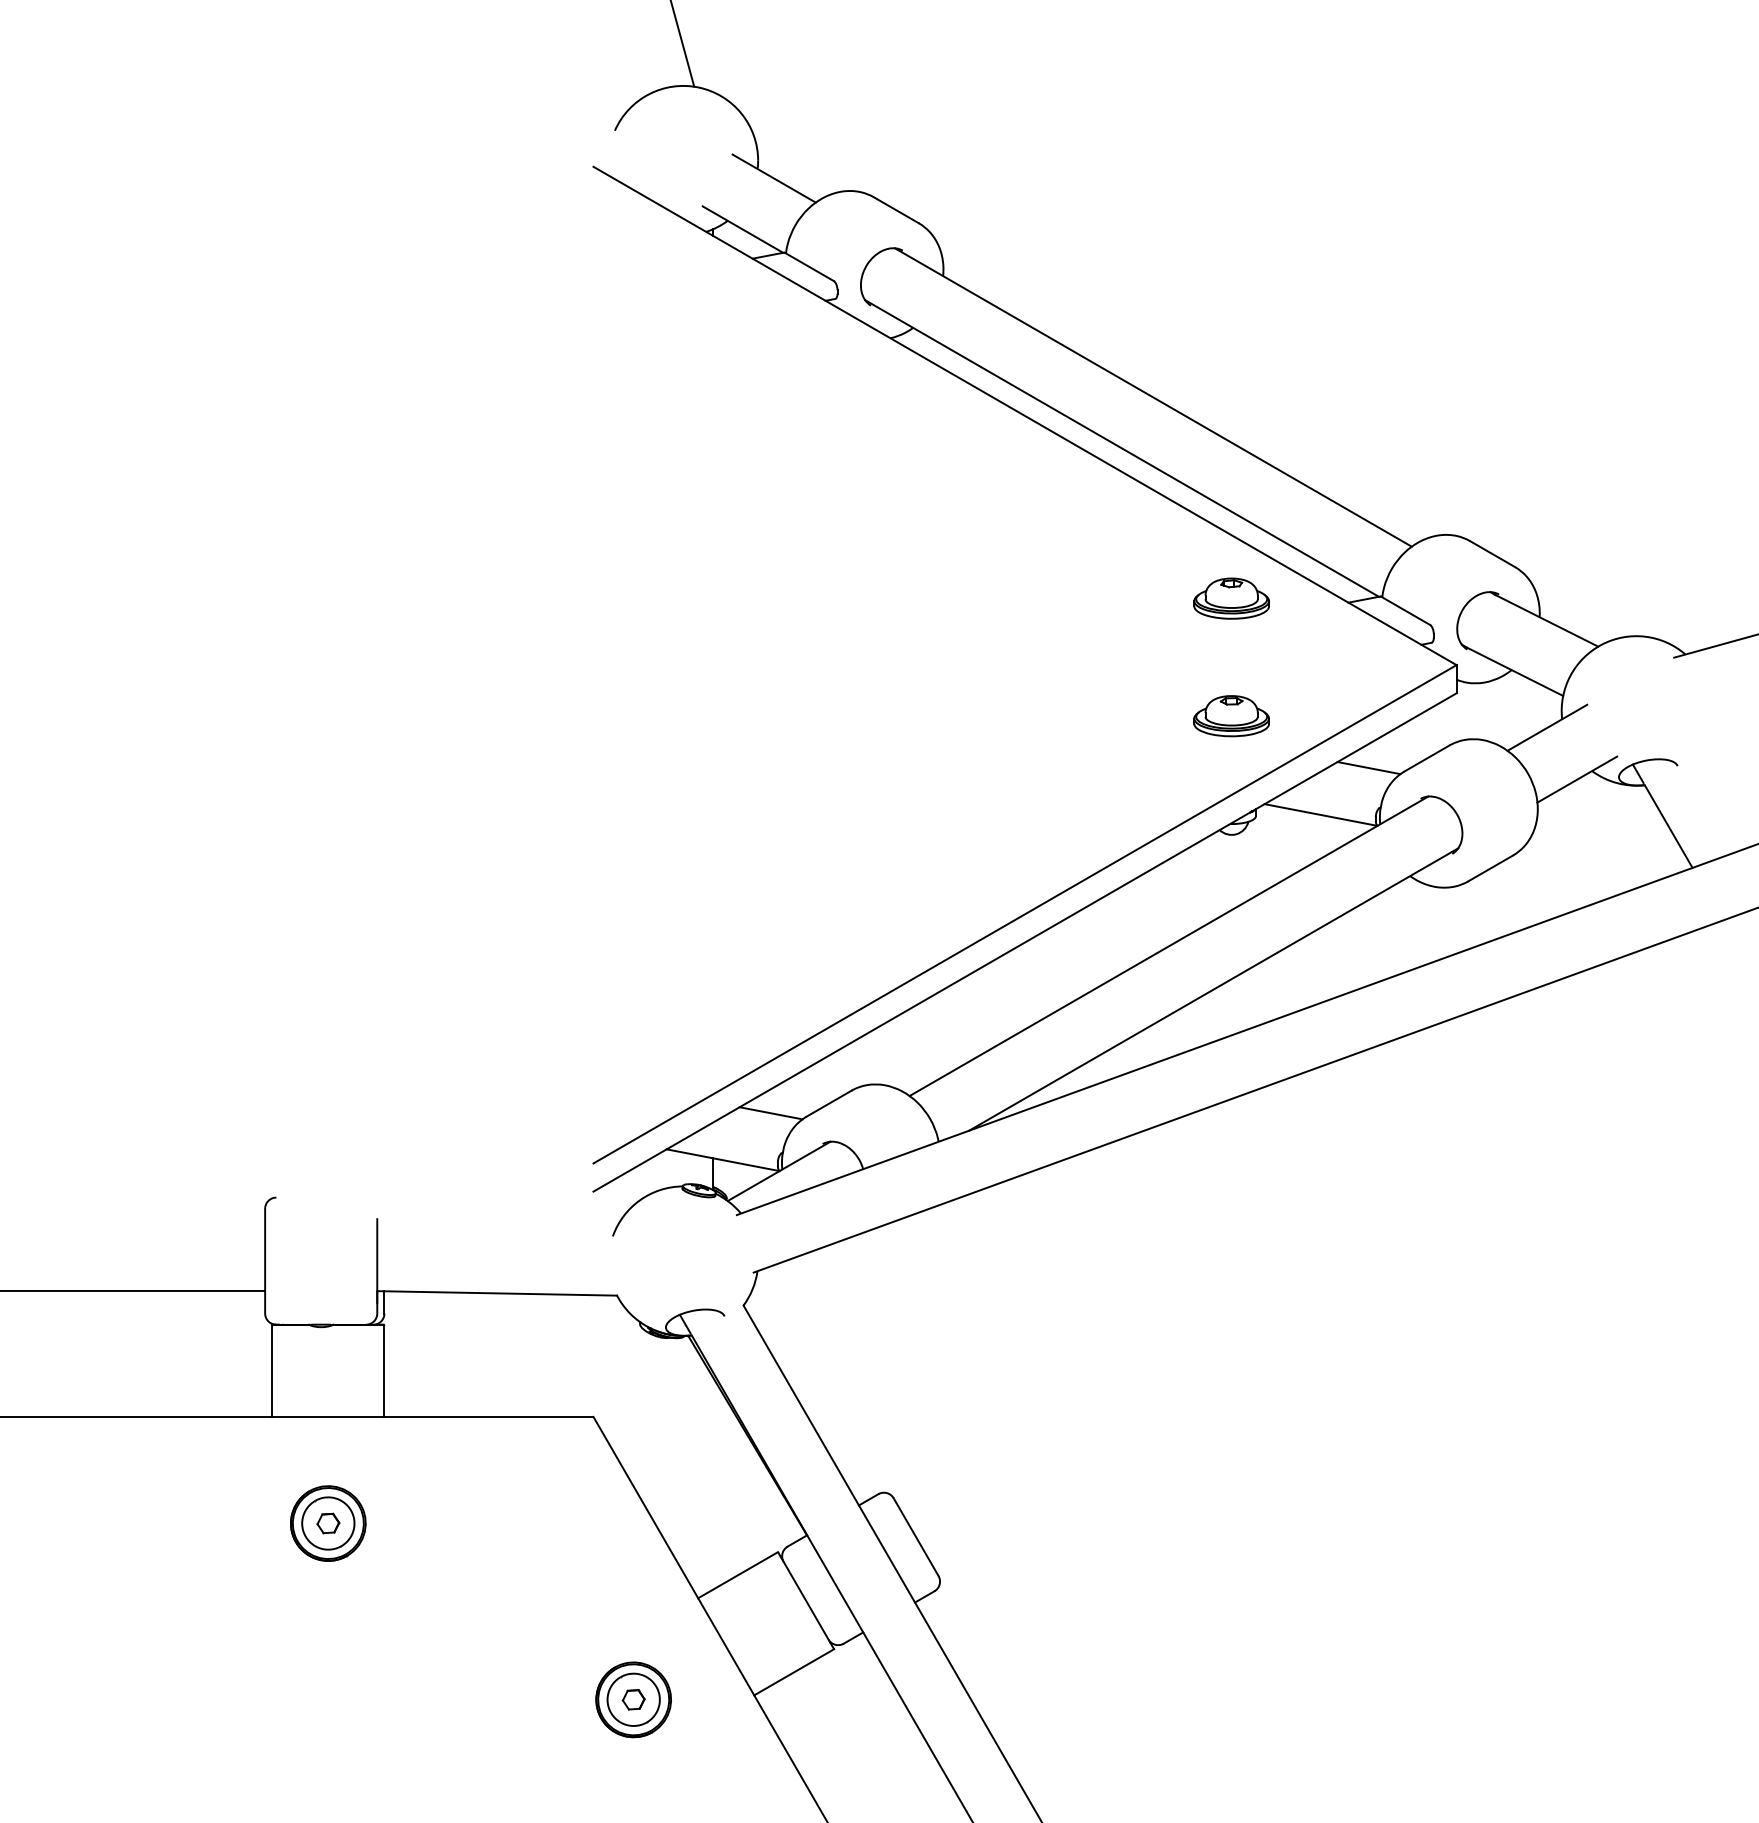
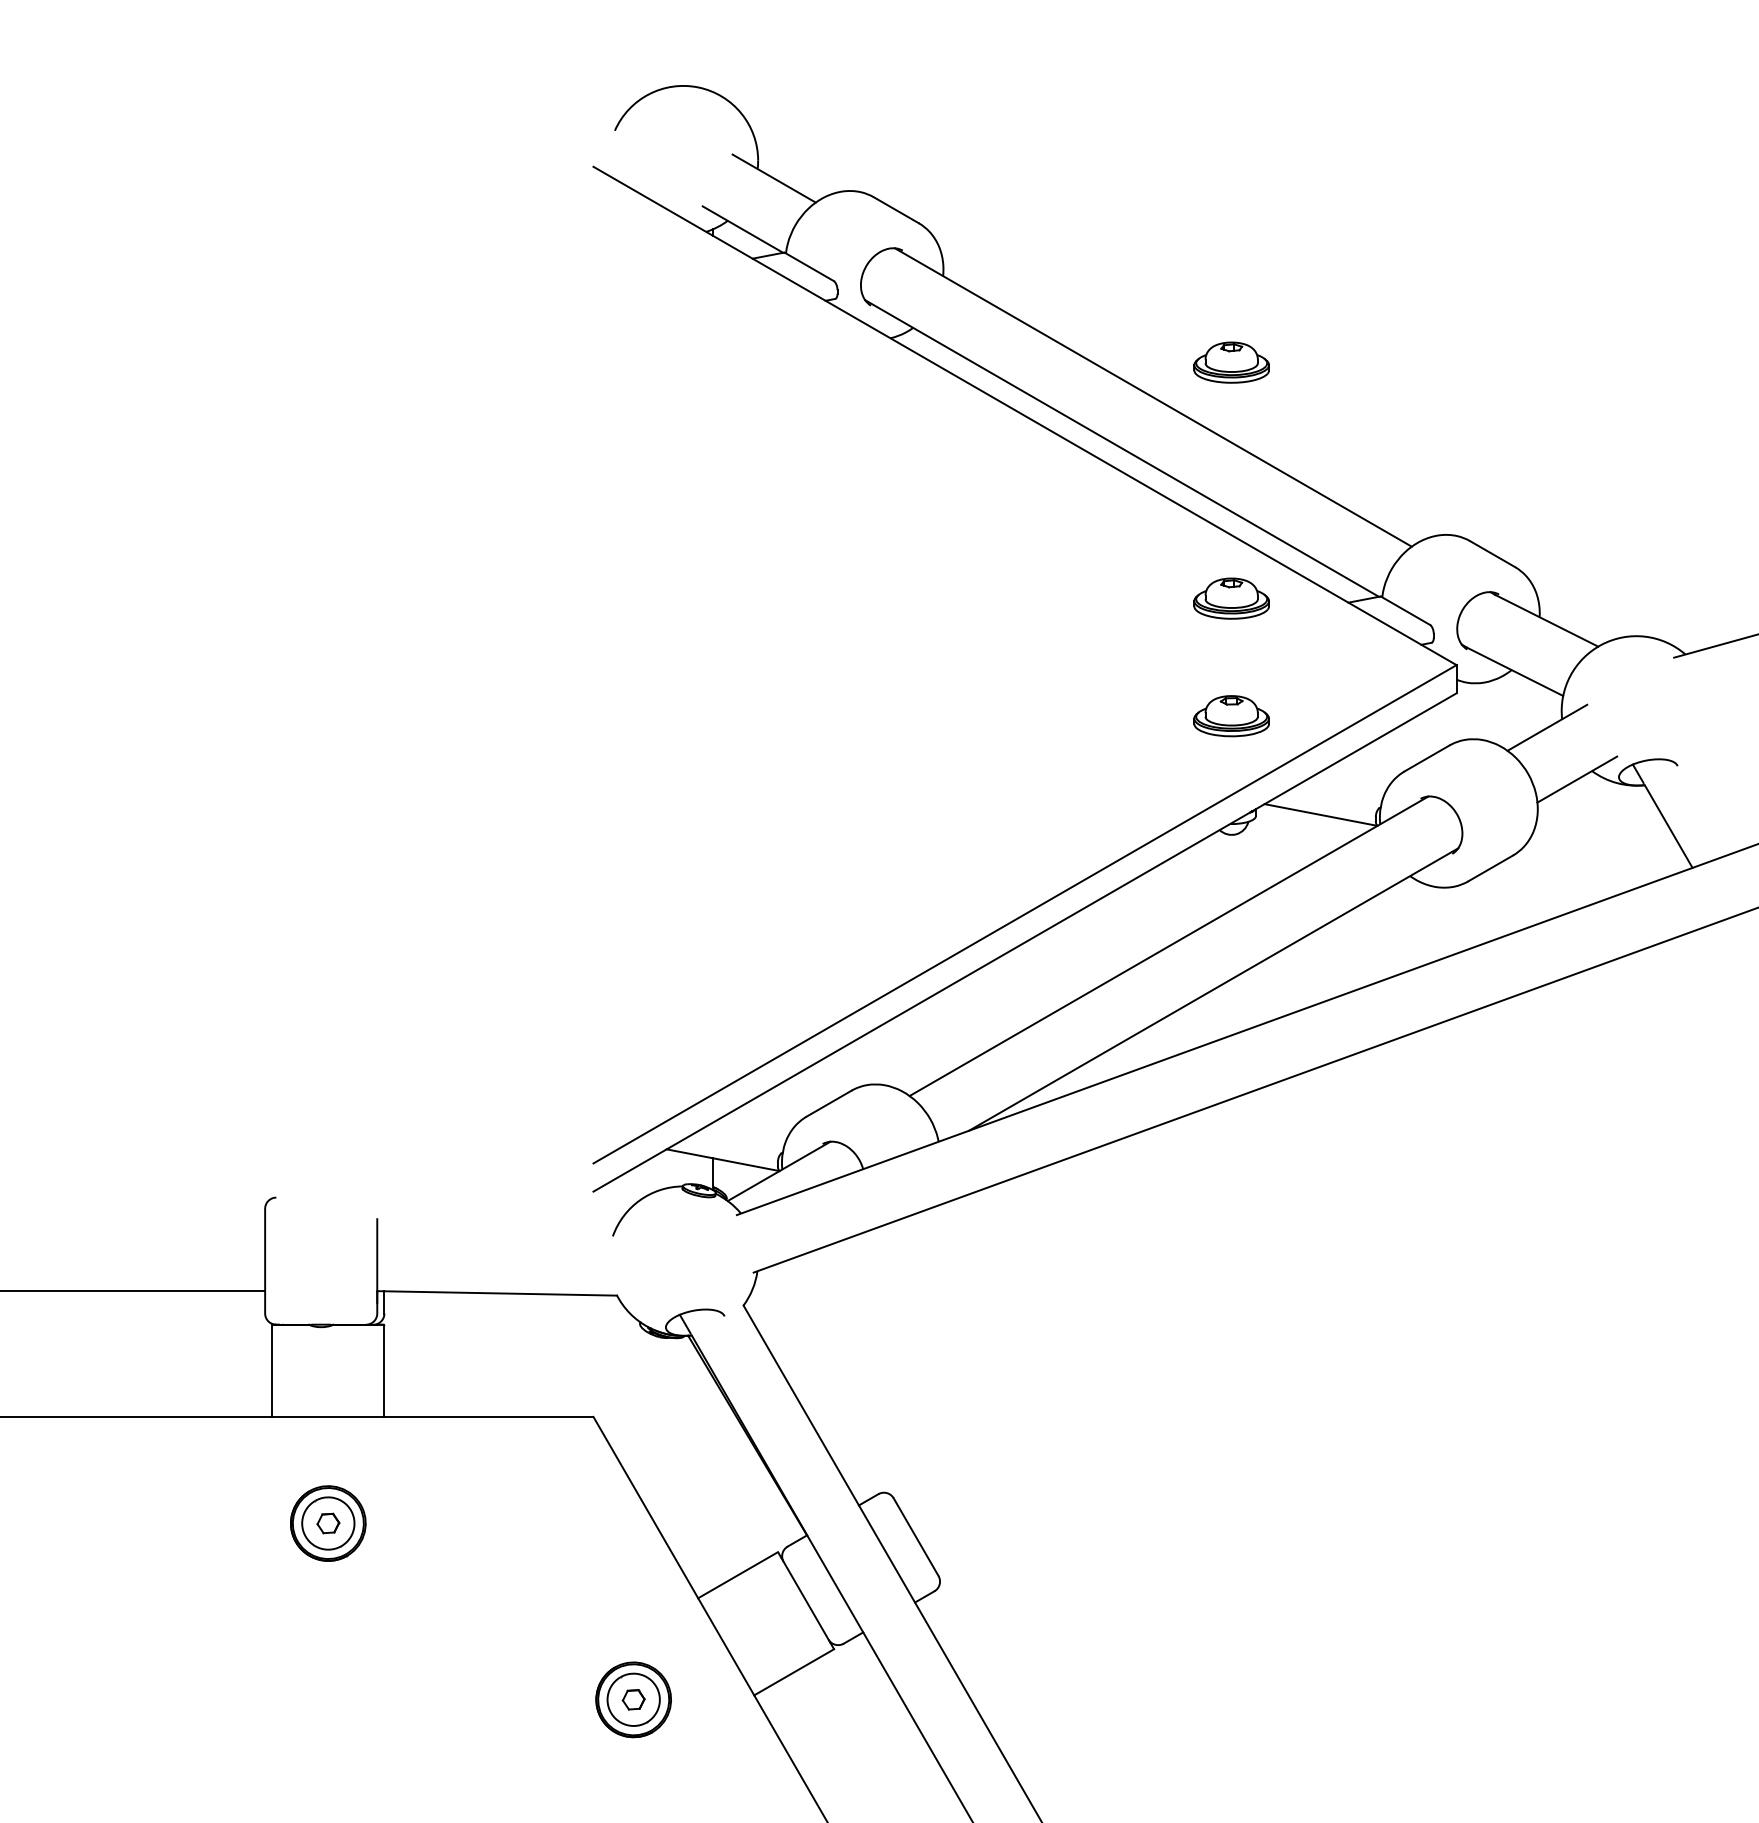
line at (682, 44): present -> none
part at (1231, 362): none -> present
line at (1368, 768): present -> none
line at (770, 1113): present -> none
